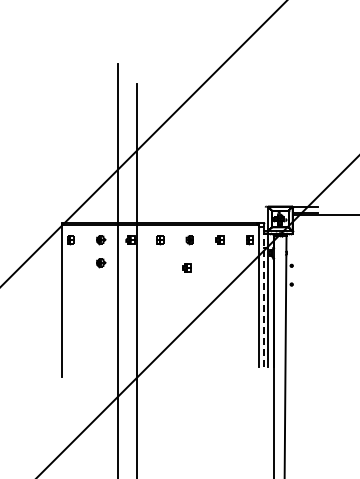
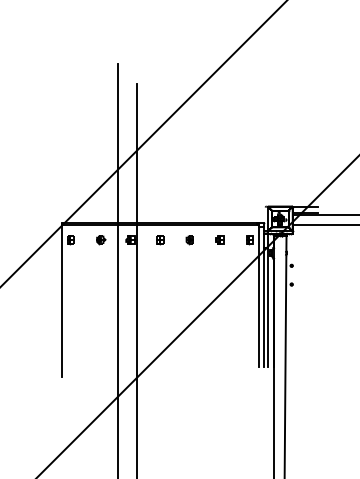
line at (324, 225): none -> present
part at (101, 263): present -> none
part at (186, 267): present -> none
line at (263, 297): dashed -> solid
